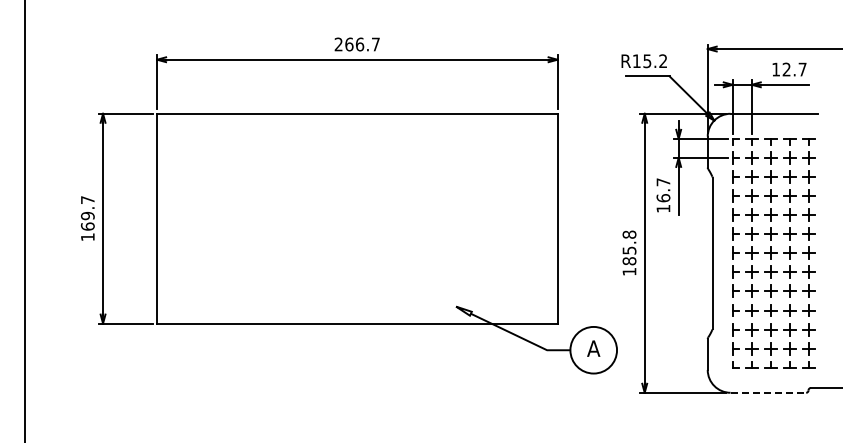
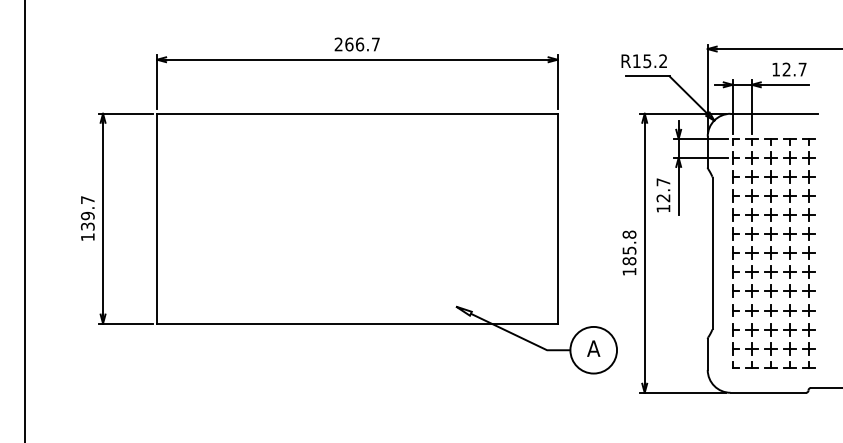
text at (663, 198): 16.7 -> 12.7
text at (87, 226): 169.7 -> 139.7
line at (768, 392): dashed -> solid
